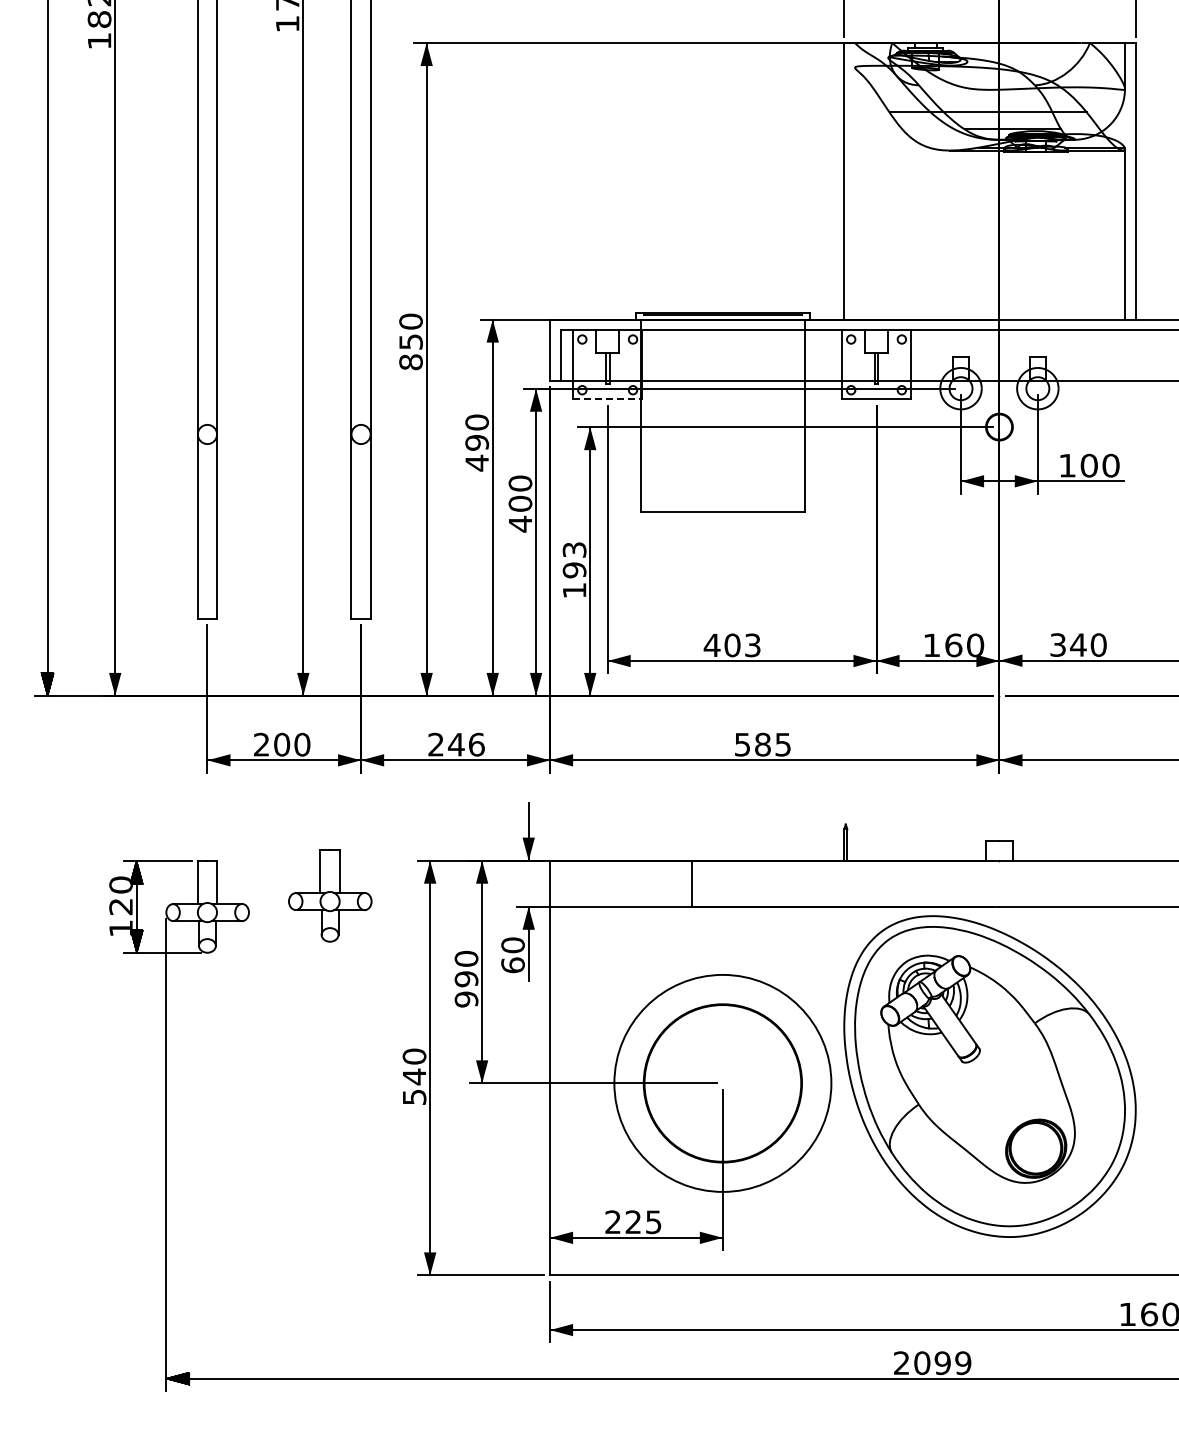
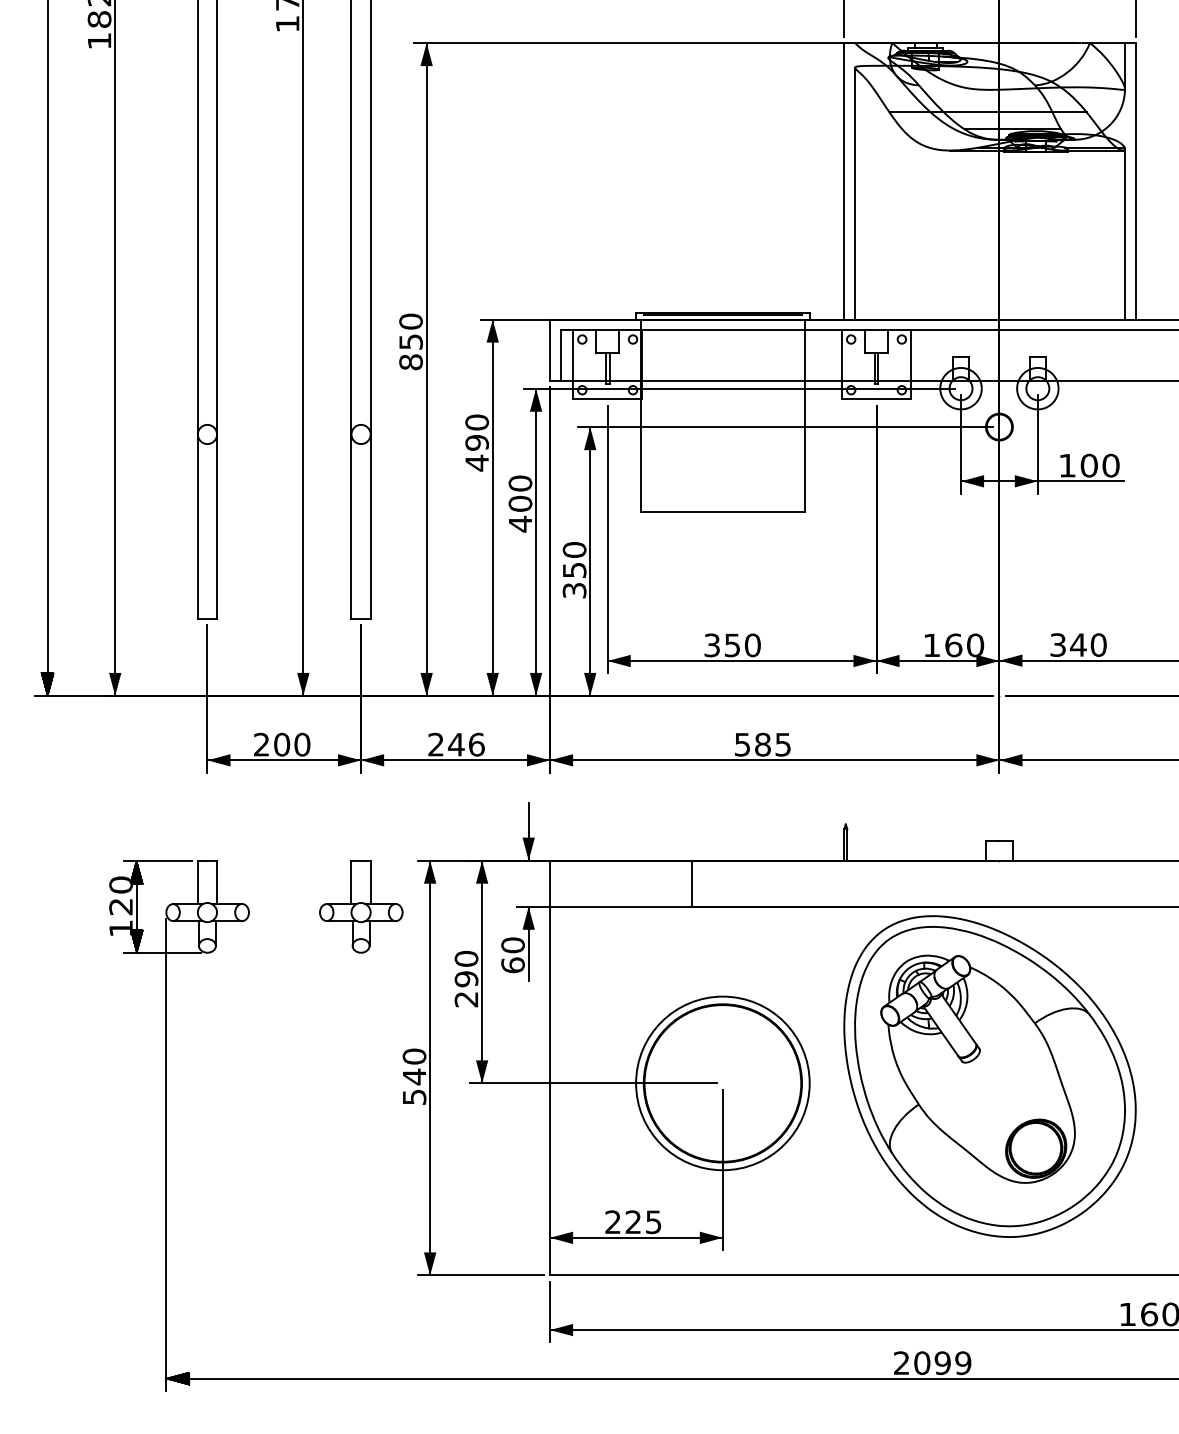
line at (855, 193): none -> present
line at (607, 399): dashed -> solid
text at (574, 570): 193 -> 350
text at (731, 645): 403 -> 350
part at (330, 895) position: (330, 895) -> (361, 906)
text at (466, 999): 990 -> 290
circle at (722, 1082) diameter: 217 px -> 174 px
